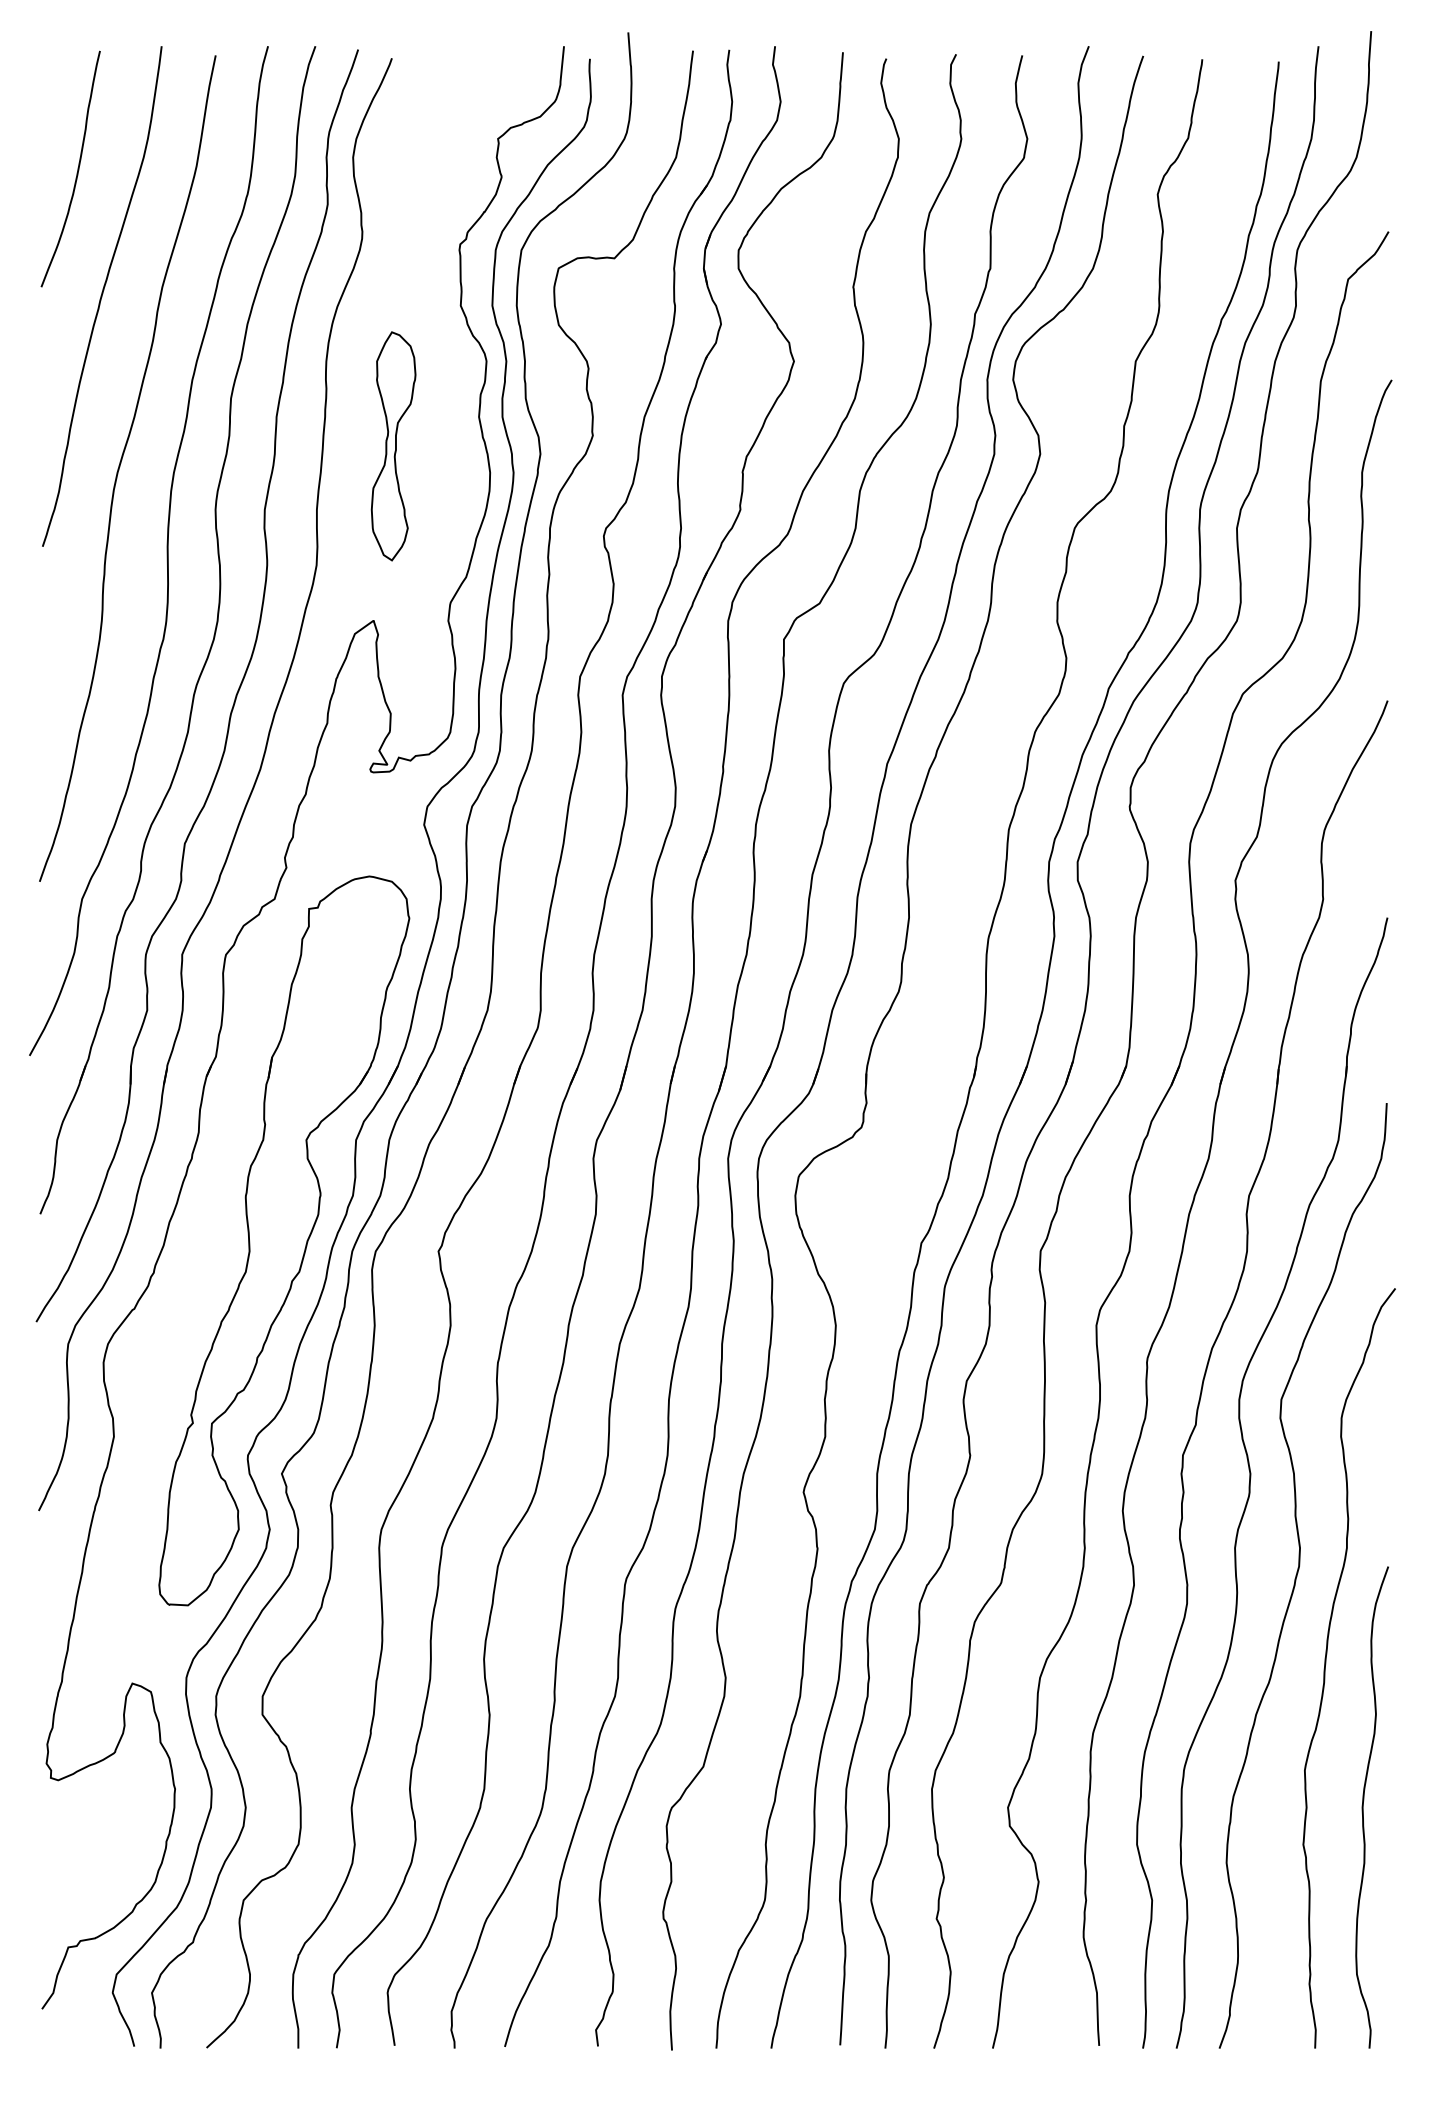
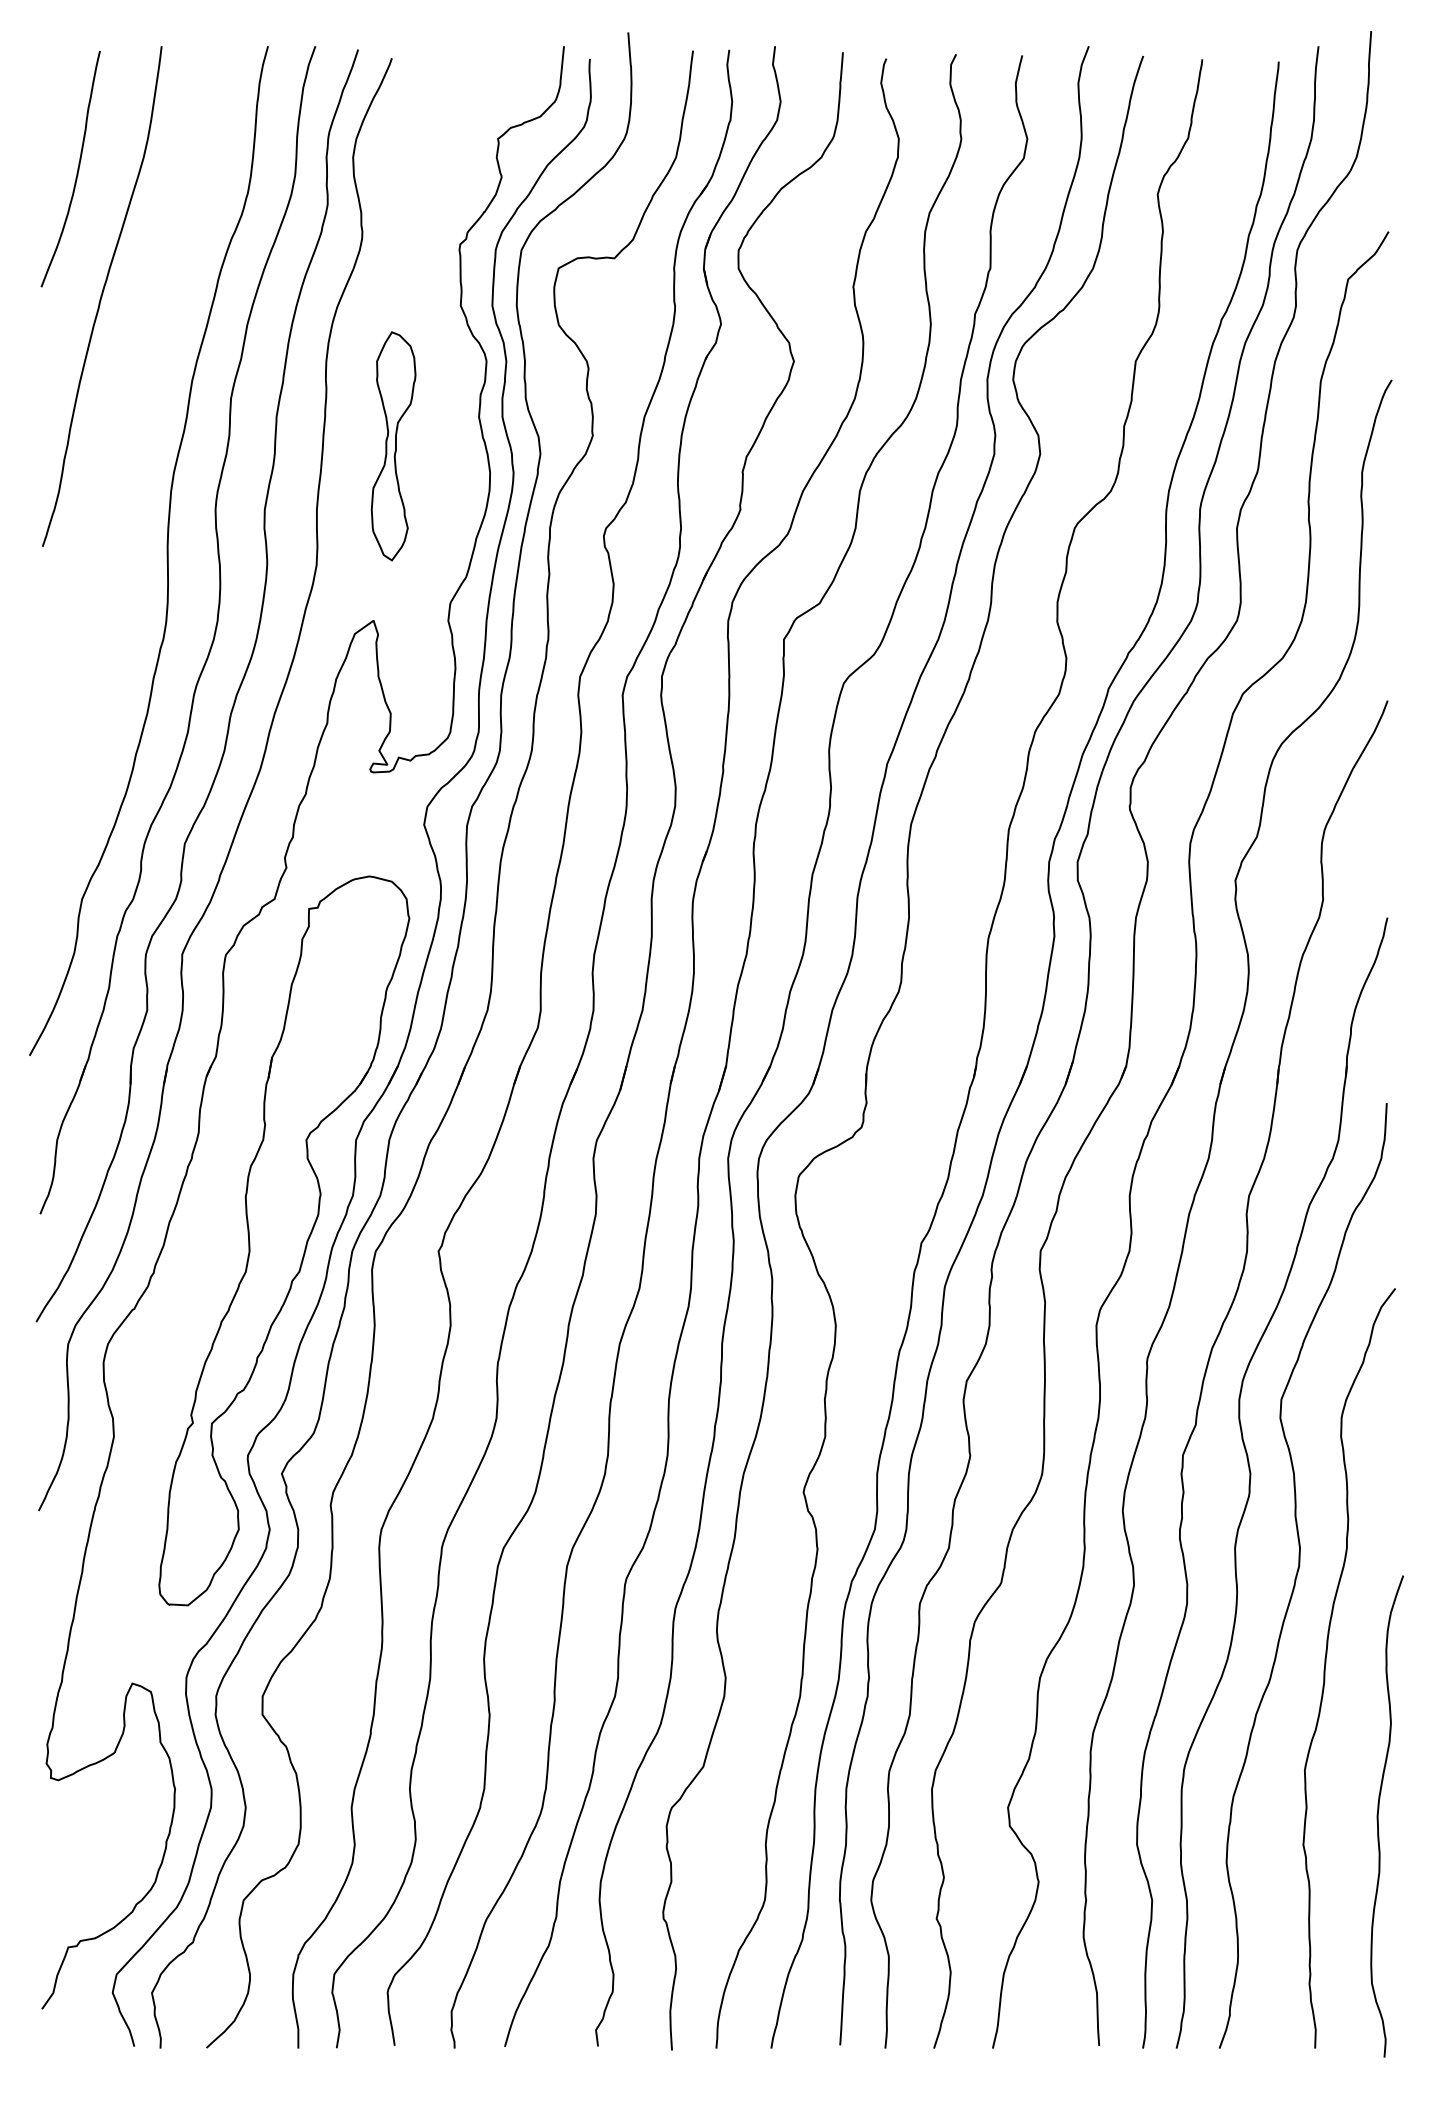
curve at (120, 466): present -> none
curve at (1363, 1807) position: (1363, 1807) -> (1378, 1816)
